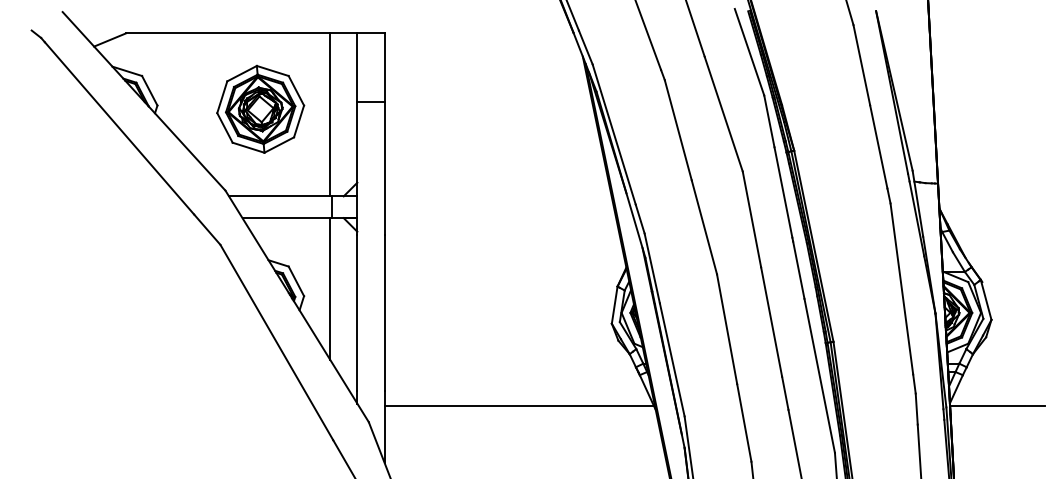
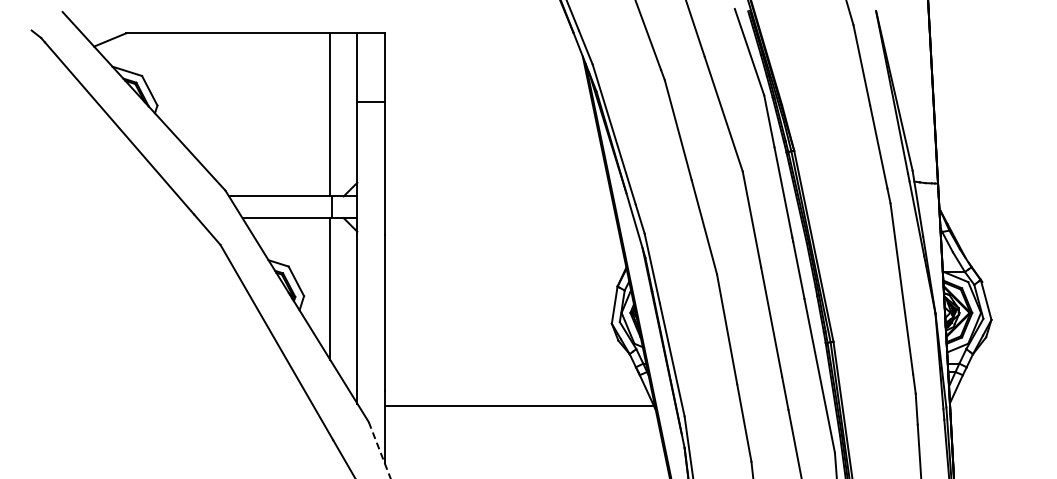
part at (260, 108): present -> none
line at (997, 406): present -> none
line at (380, 451): solid -> dashed
